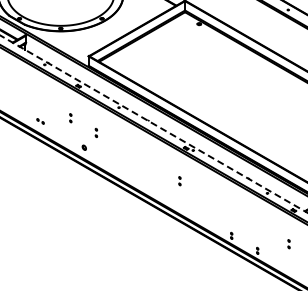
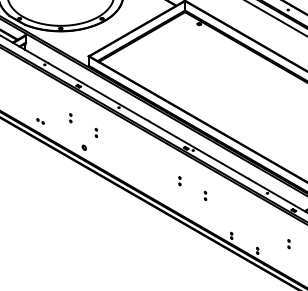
line at (276, 18): none -> present
line at (153, 124): dashed -> solid
part at (205, 195): none -> present
